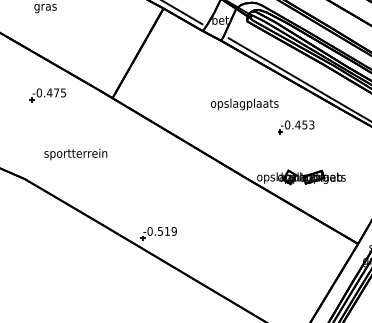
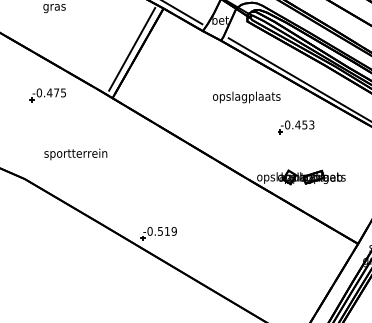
text at (45, 8) position: (45, 8) -> (54, 8)
line at (132, 48): none -> present
text at (244, 104) position: (244, 104) -> (246, 97)
